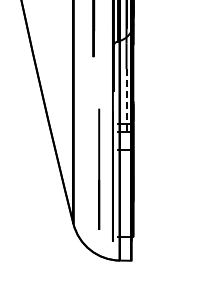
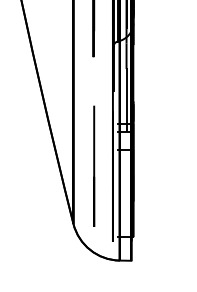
line at (126, 99): dashed -> solid
line at (99, 168) position: (99, 168) -> (94, 165)
